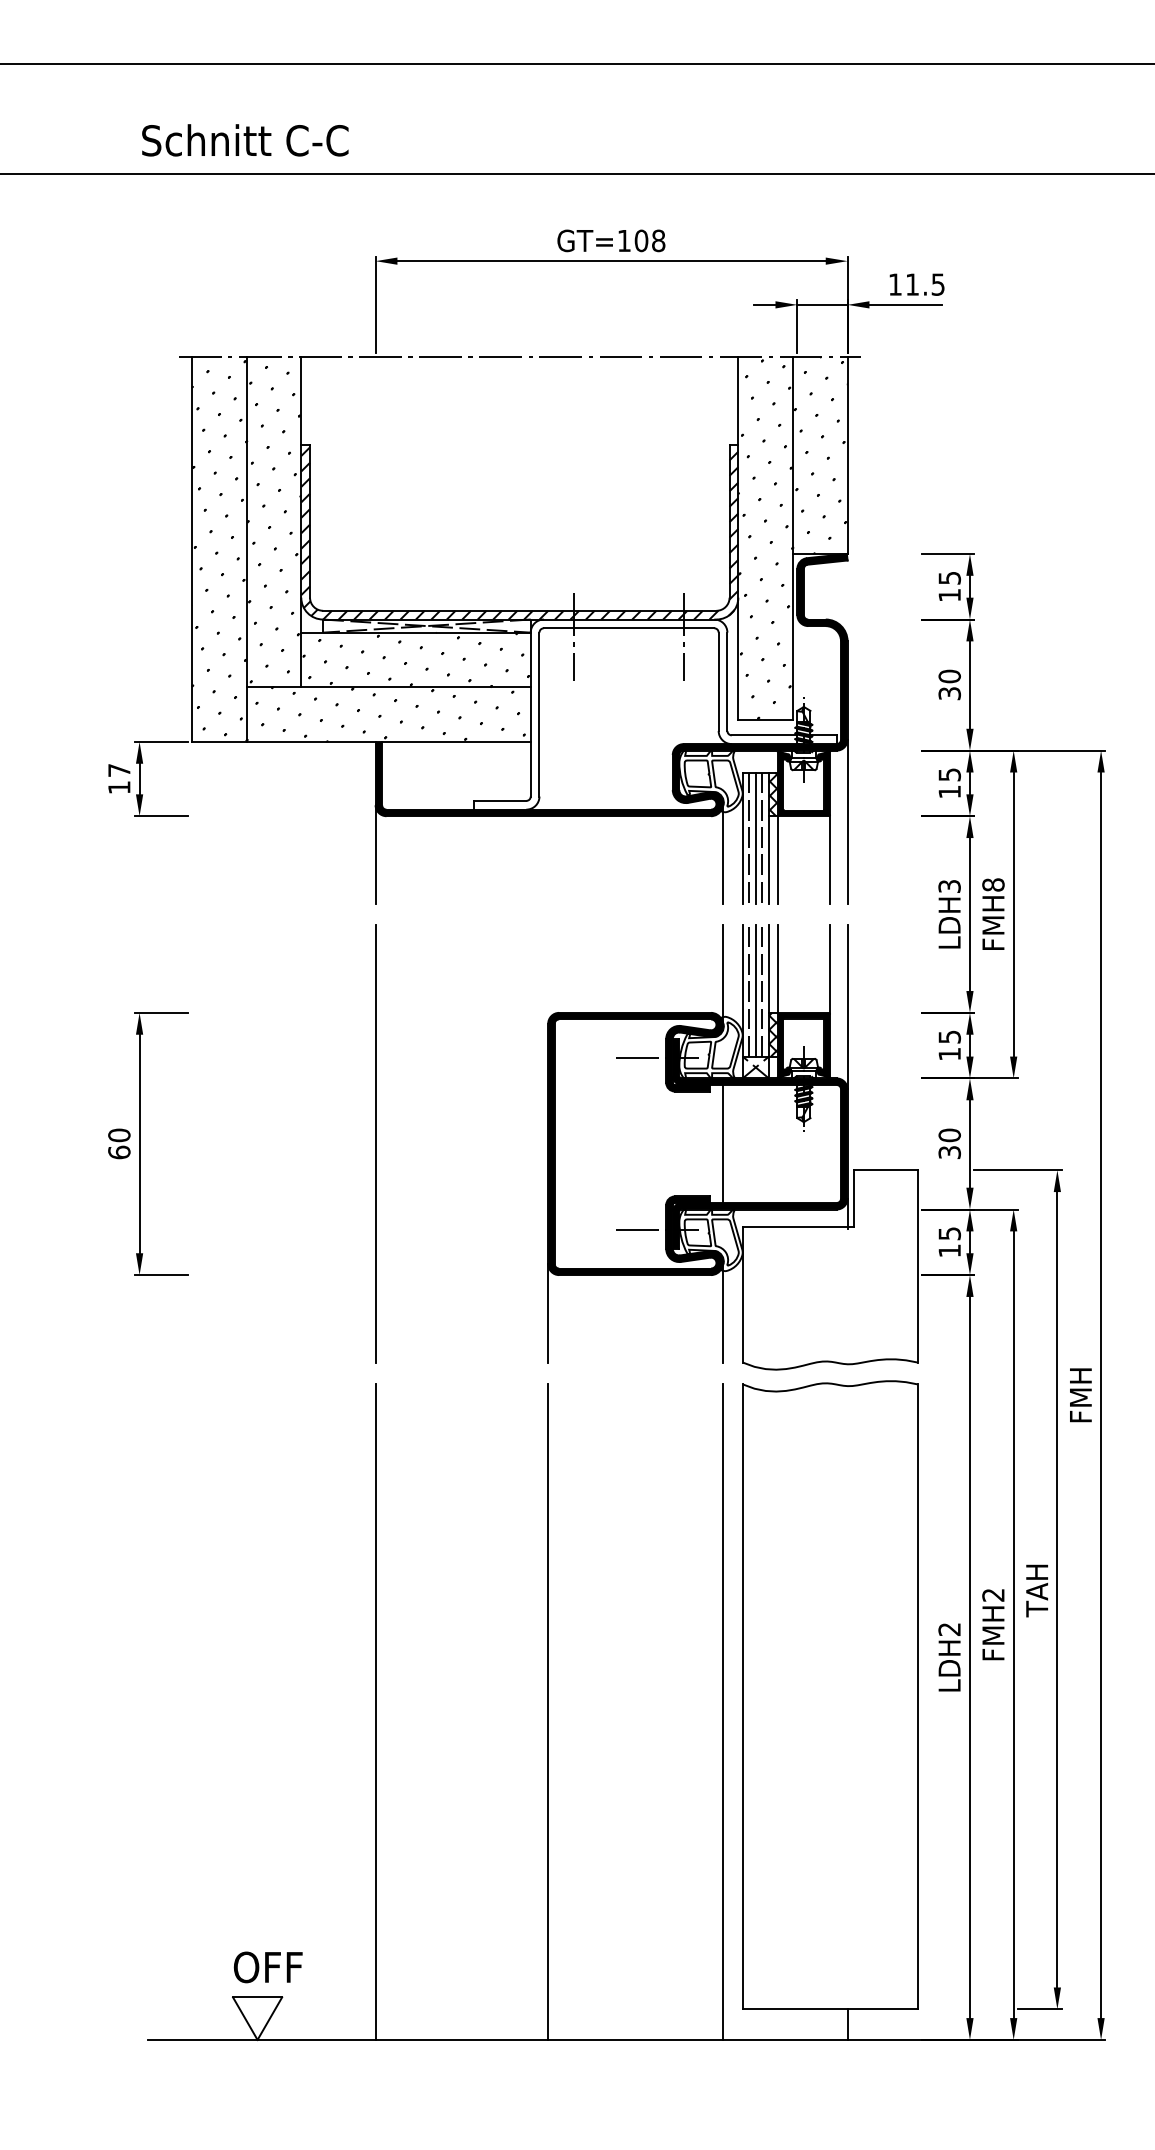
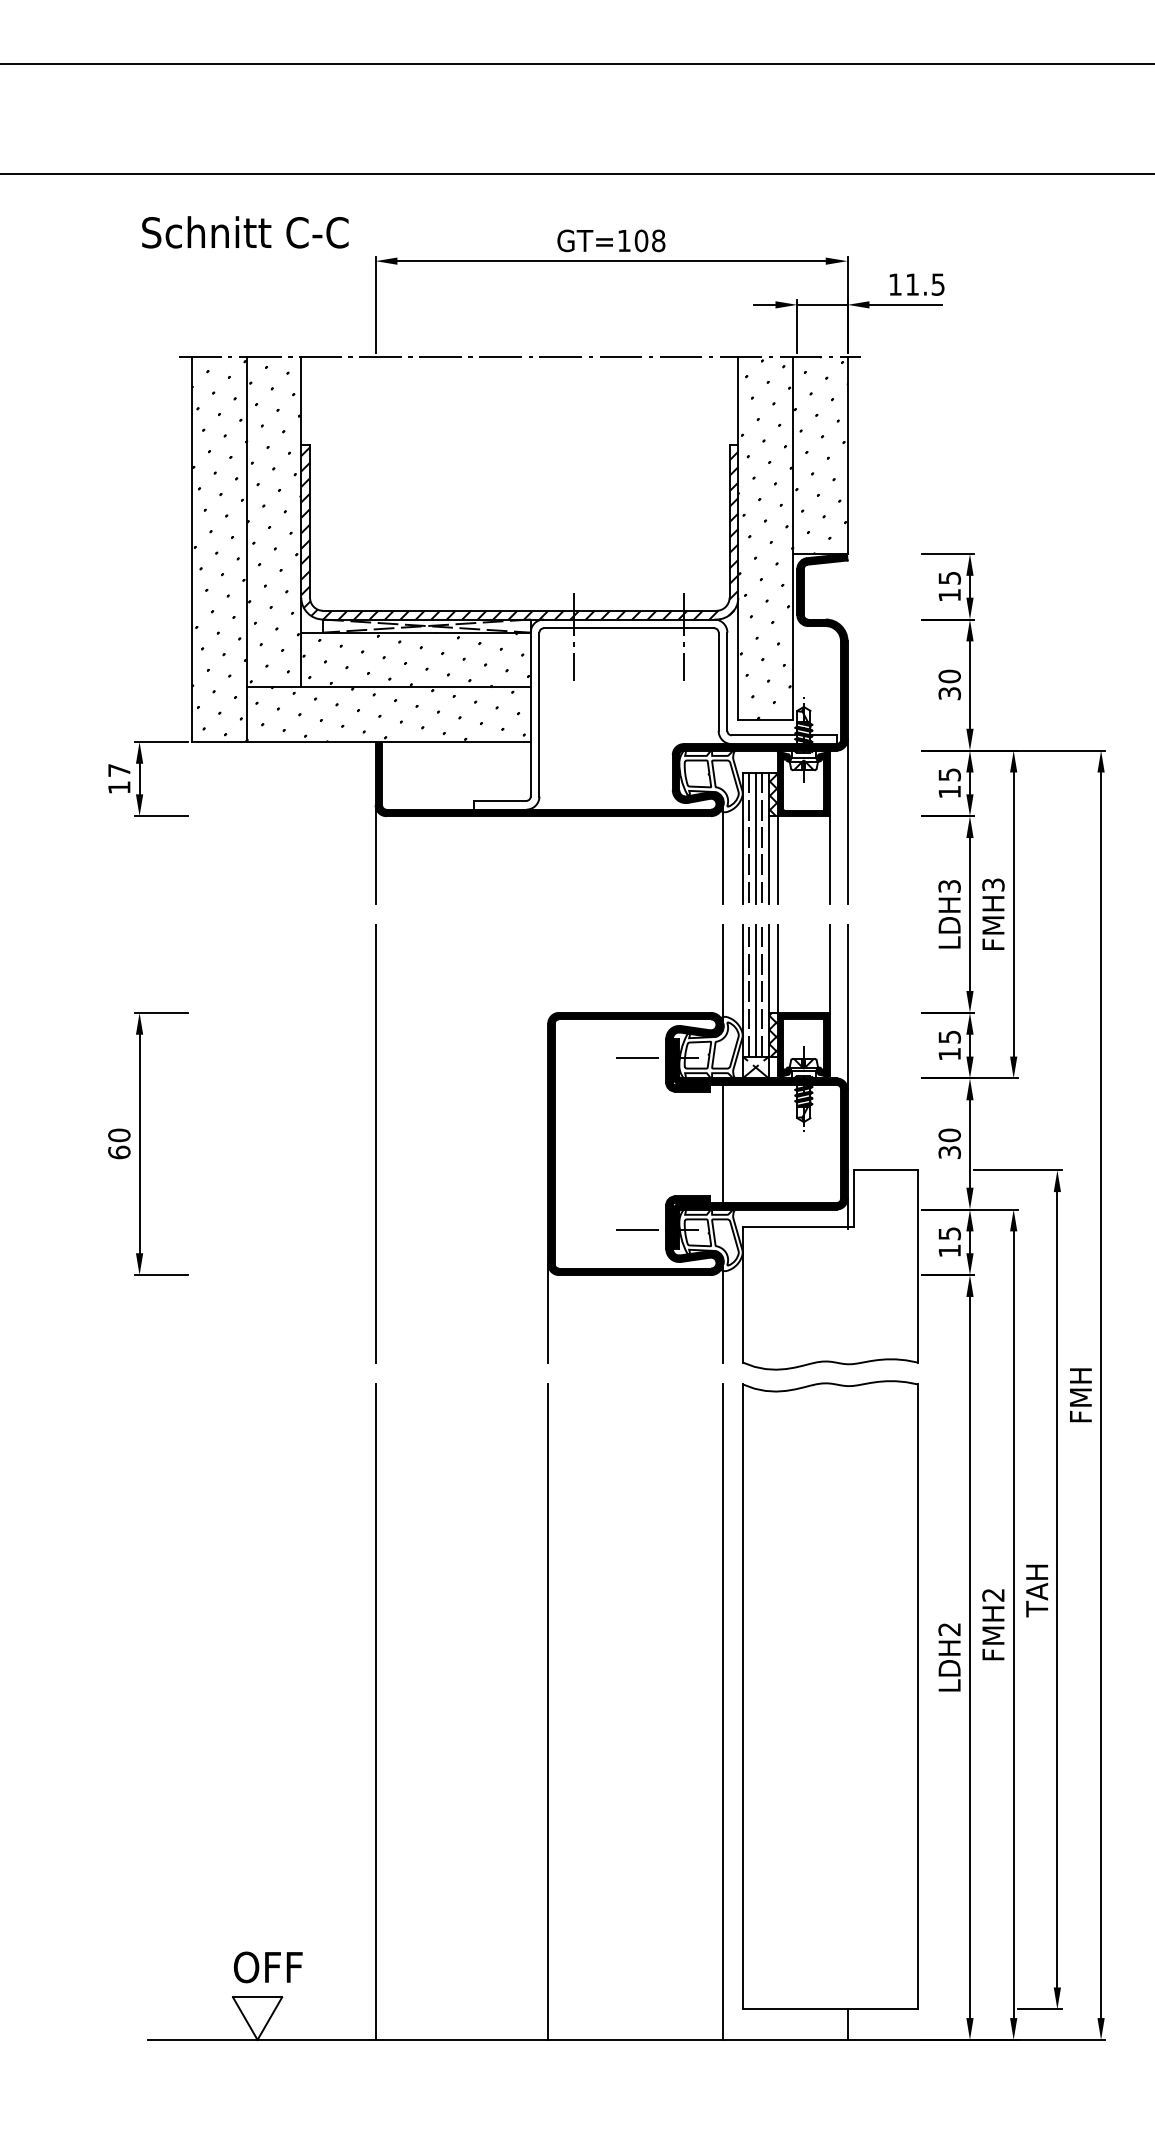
text at (245, 140) position: (245, 140) -> (245, 232)
text at (993, 884): FMH8 -> FMH3
